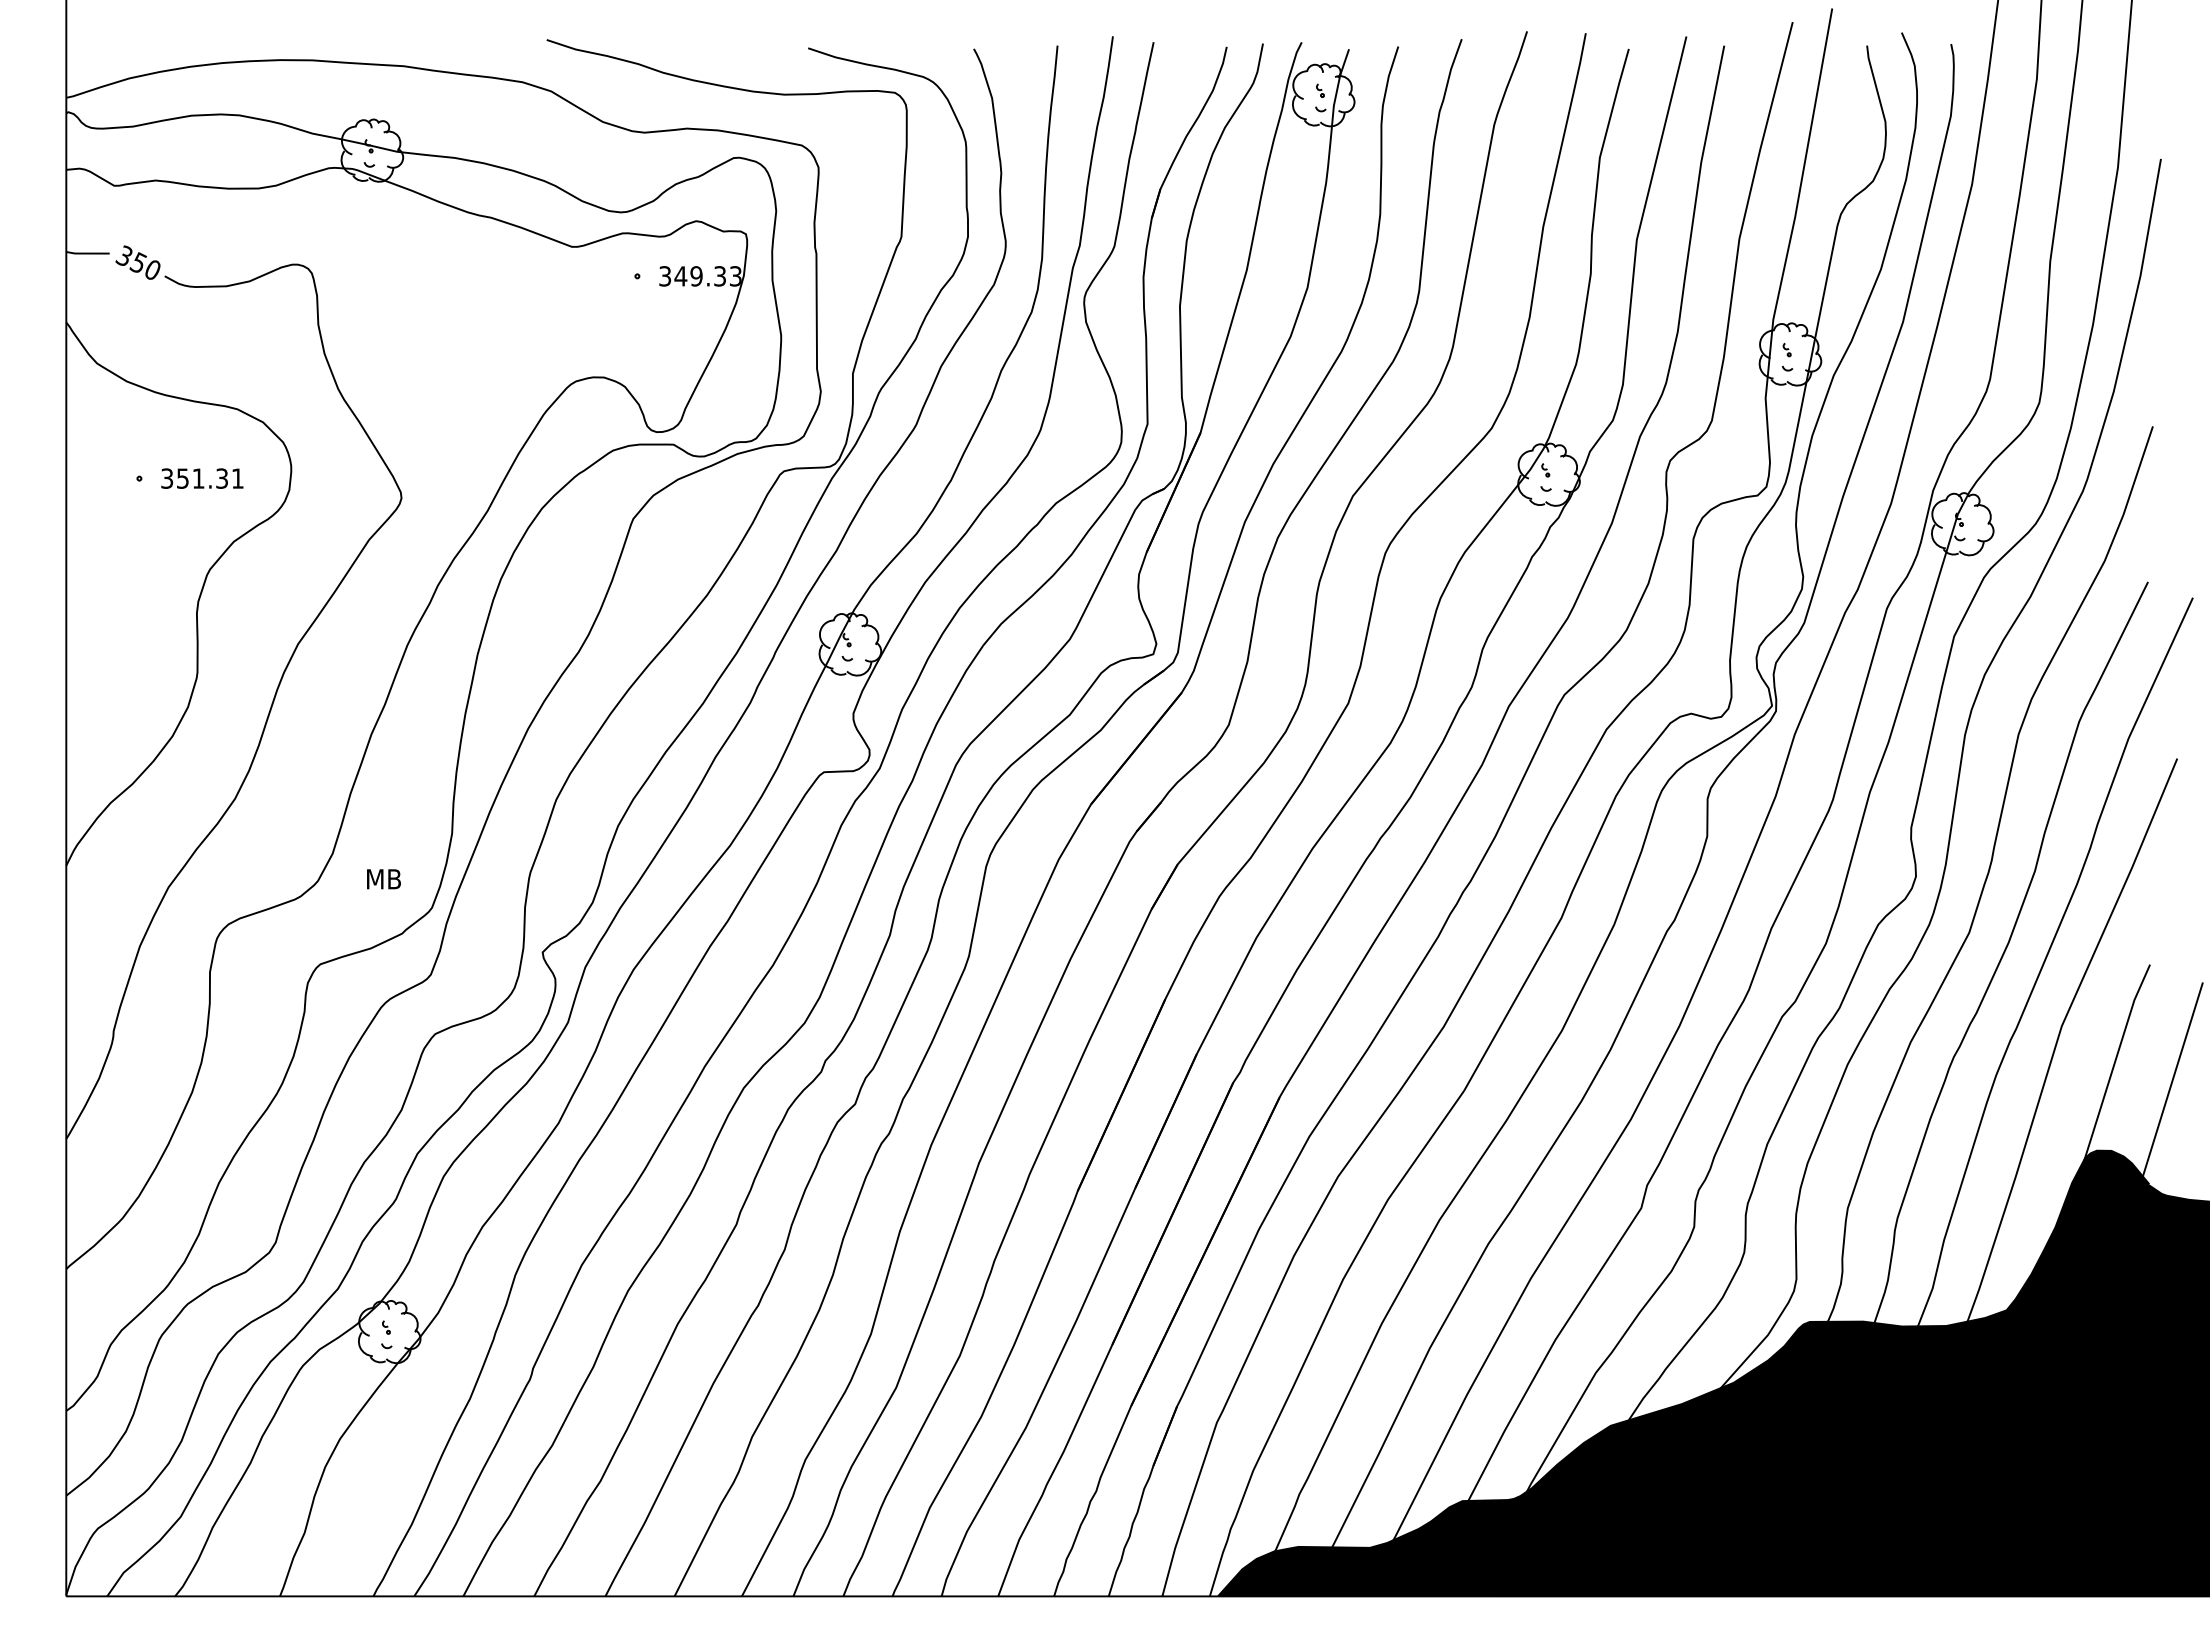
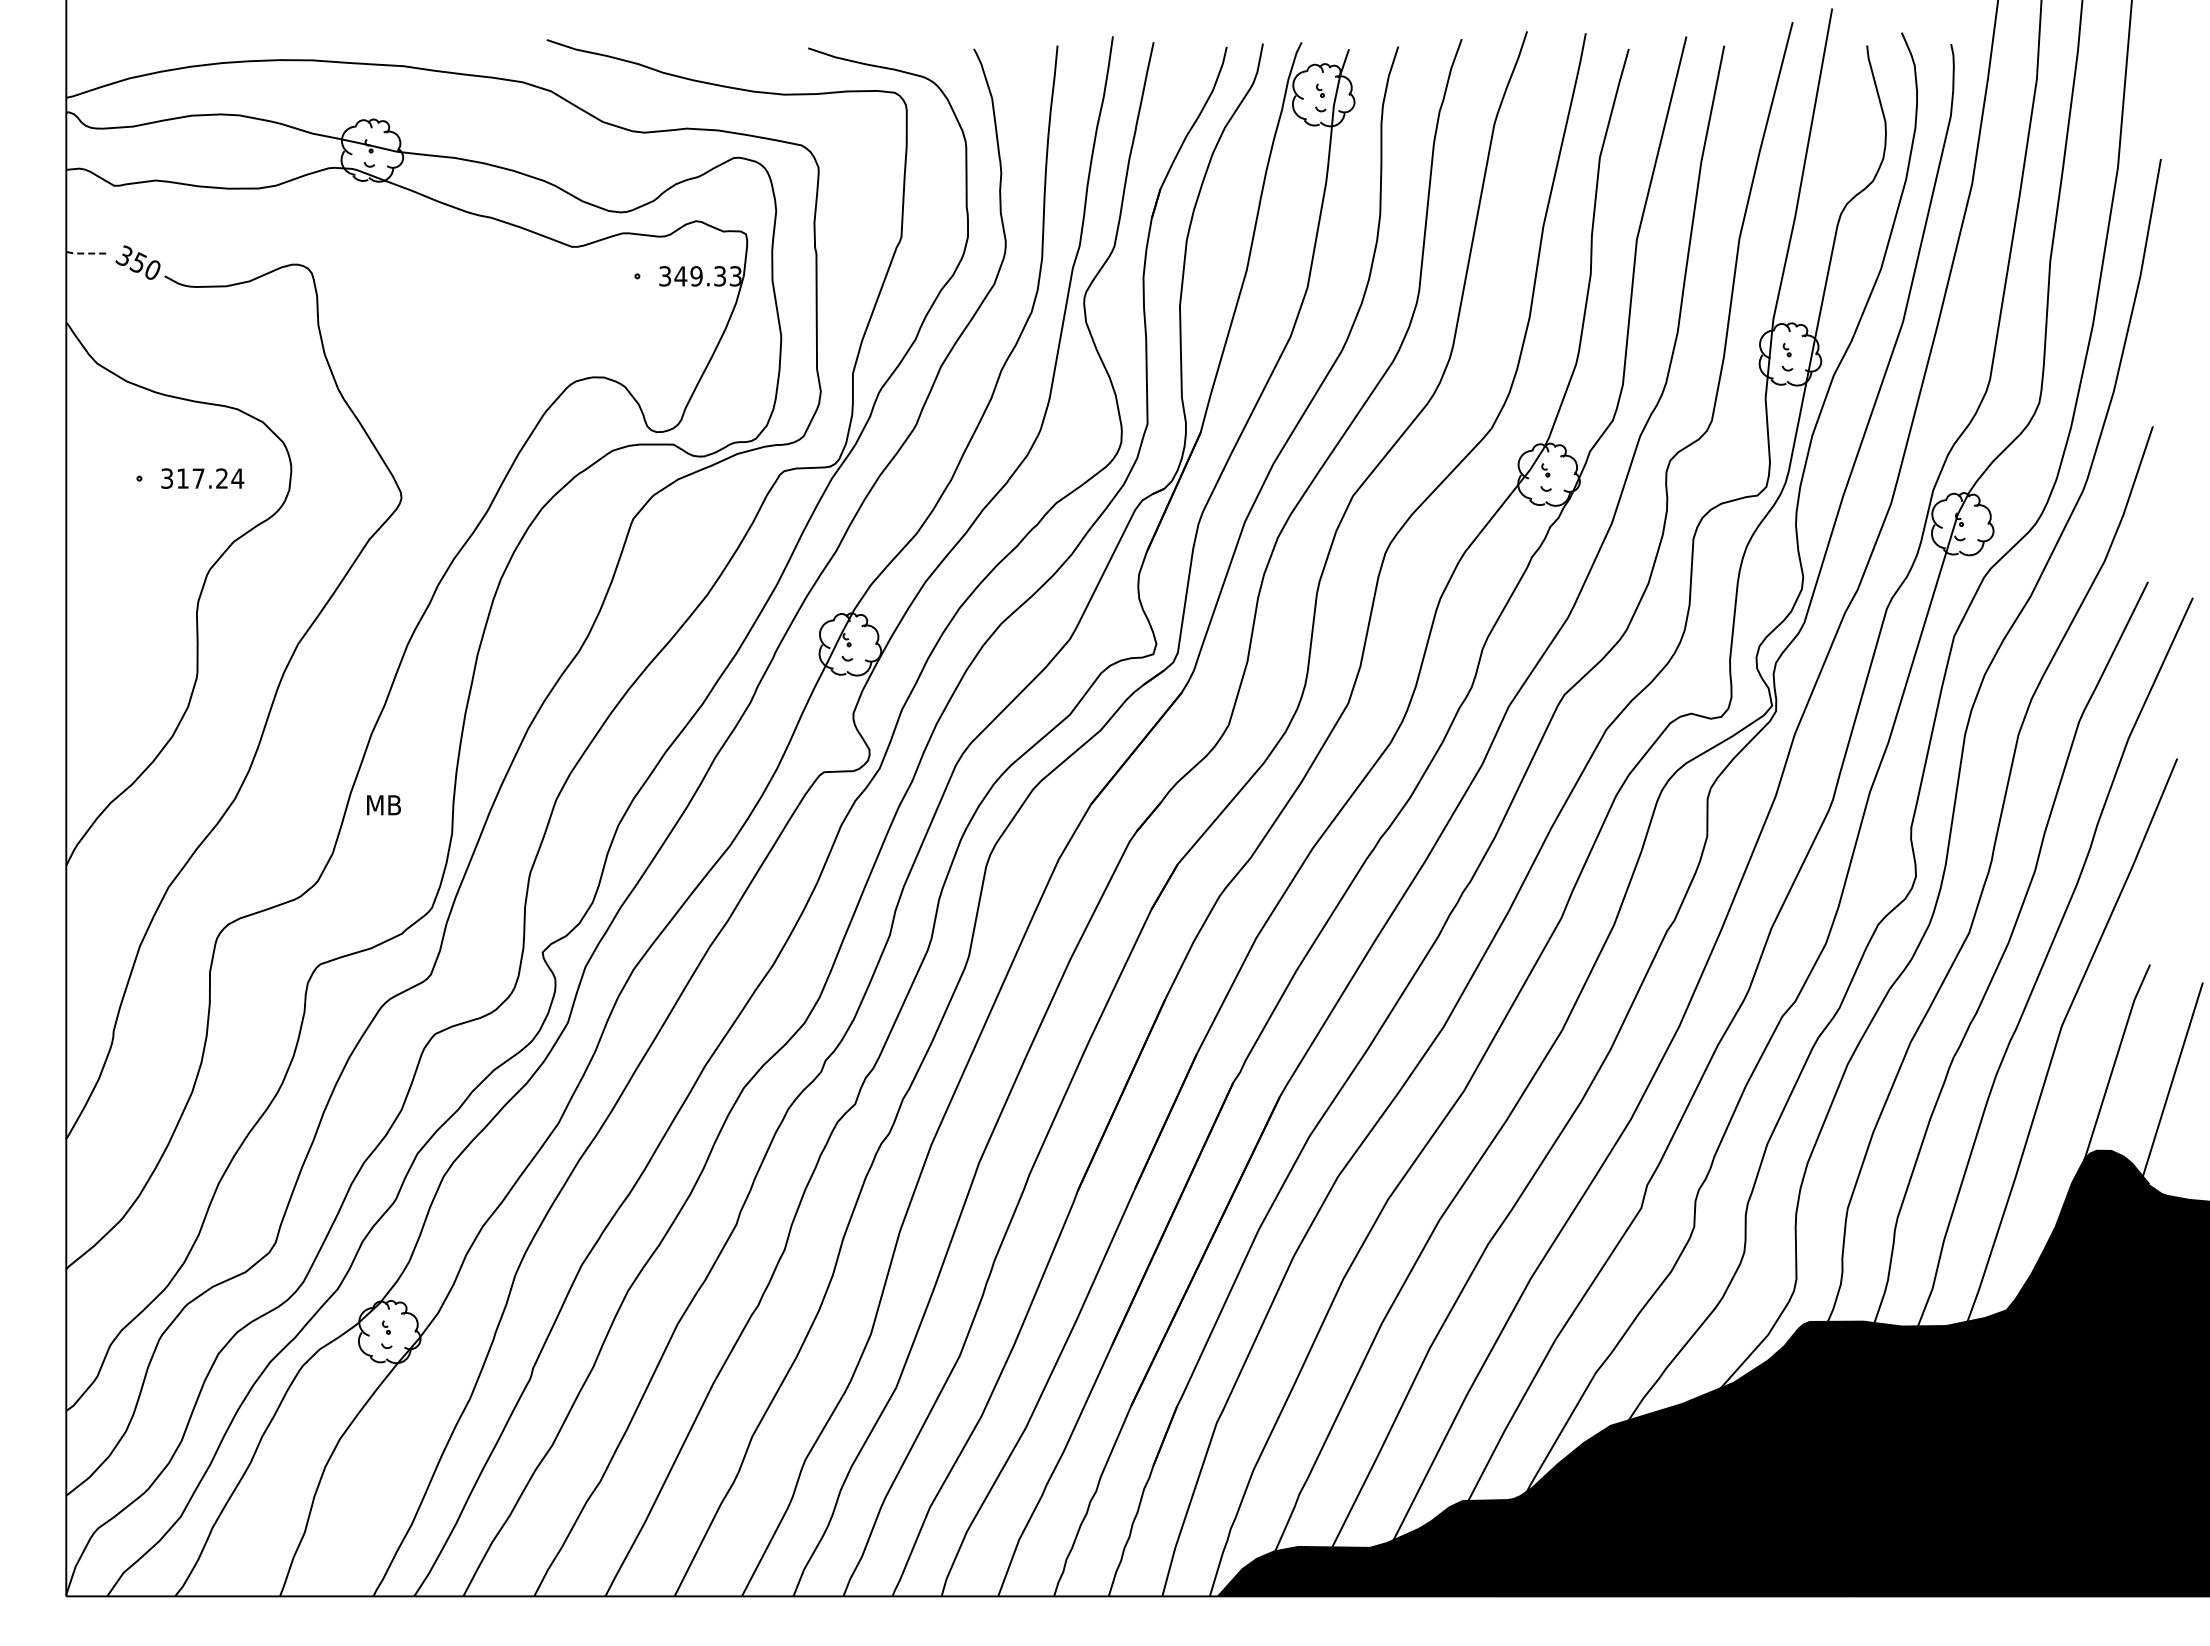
line at (86, 253): solid -> dashed
text at (210, 478): 351.31 -> 317.24
text at (383, 879) position: (383, 879) -> (383, 805)
